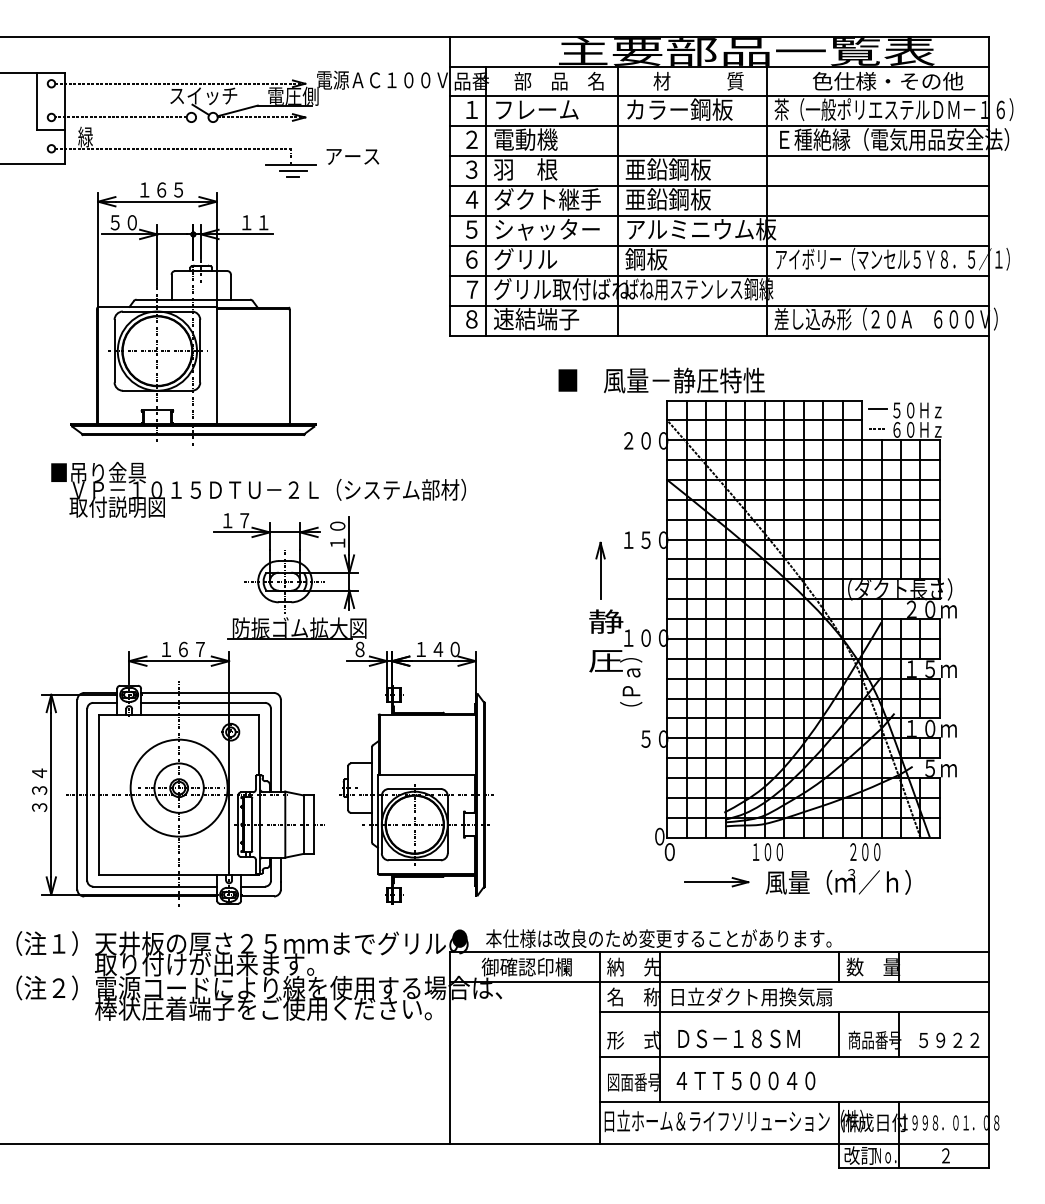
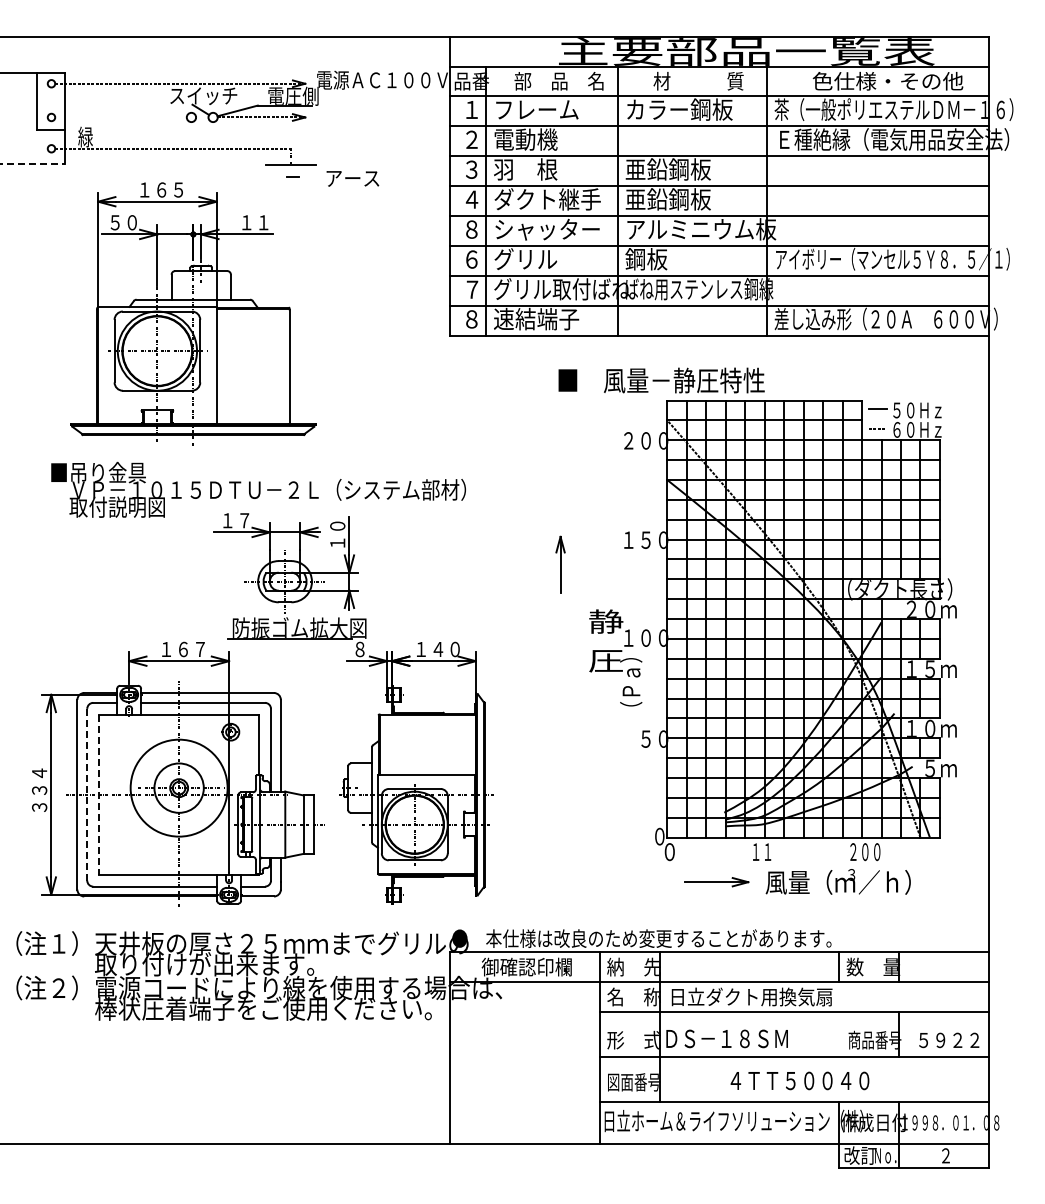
line at (120, 117): present -> none
text at (352, 156) position: (352, 156) -> (352, 178)
line at (32, 164): solid -> dashed
line at (293, 170): present -> none
text at (471, 229): ５ -> ８
part at (600, 570) position: (600, 570) -> (560, 564)
line at (87, 794): solid -> dashed
line at (98, 795): solid -> dashed
text at (773, 852): １００ -> １１
line at (839, 1034): present -> none
text at (738, 1038) position: (738, 1038) -> (726, 1038)
text at (745, 1080) position: (745, 1080) -> (799, 1080)
